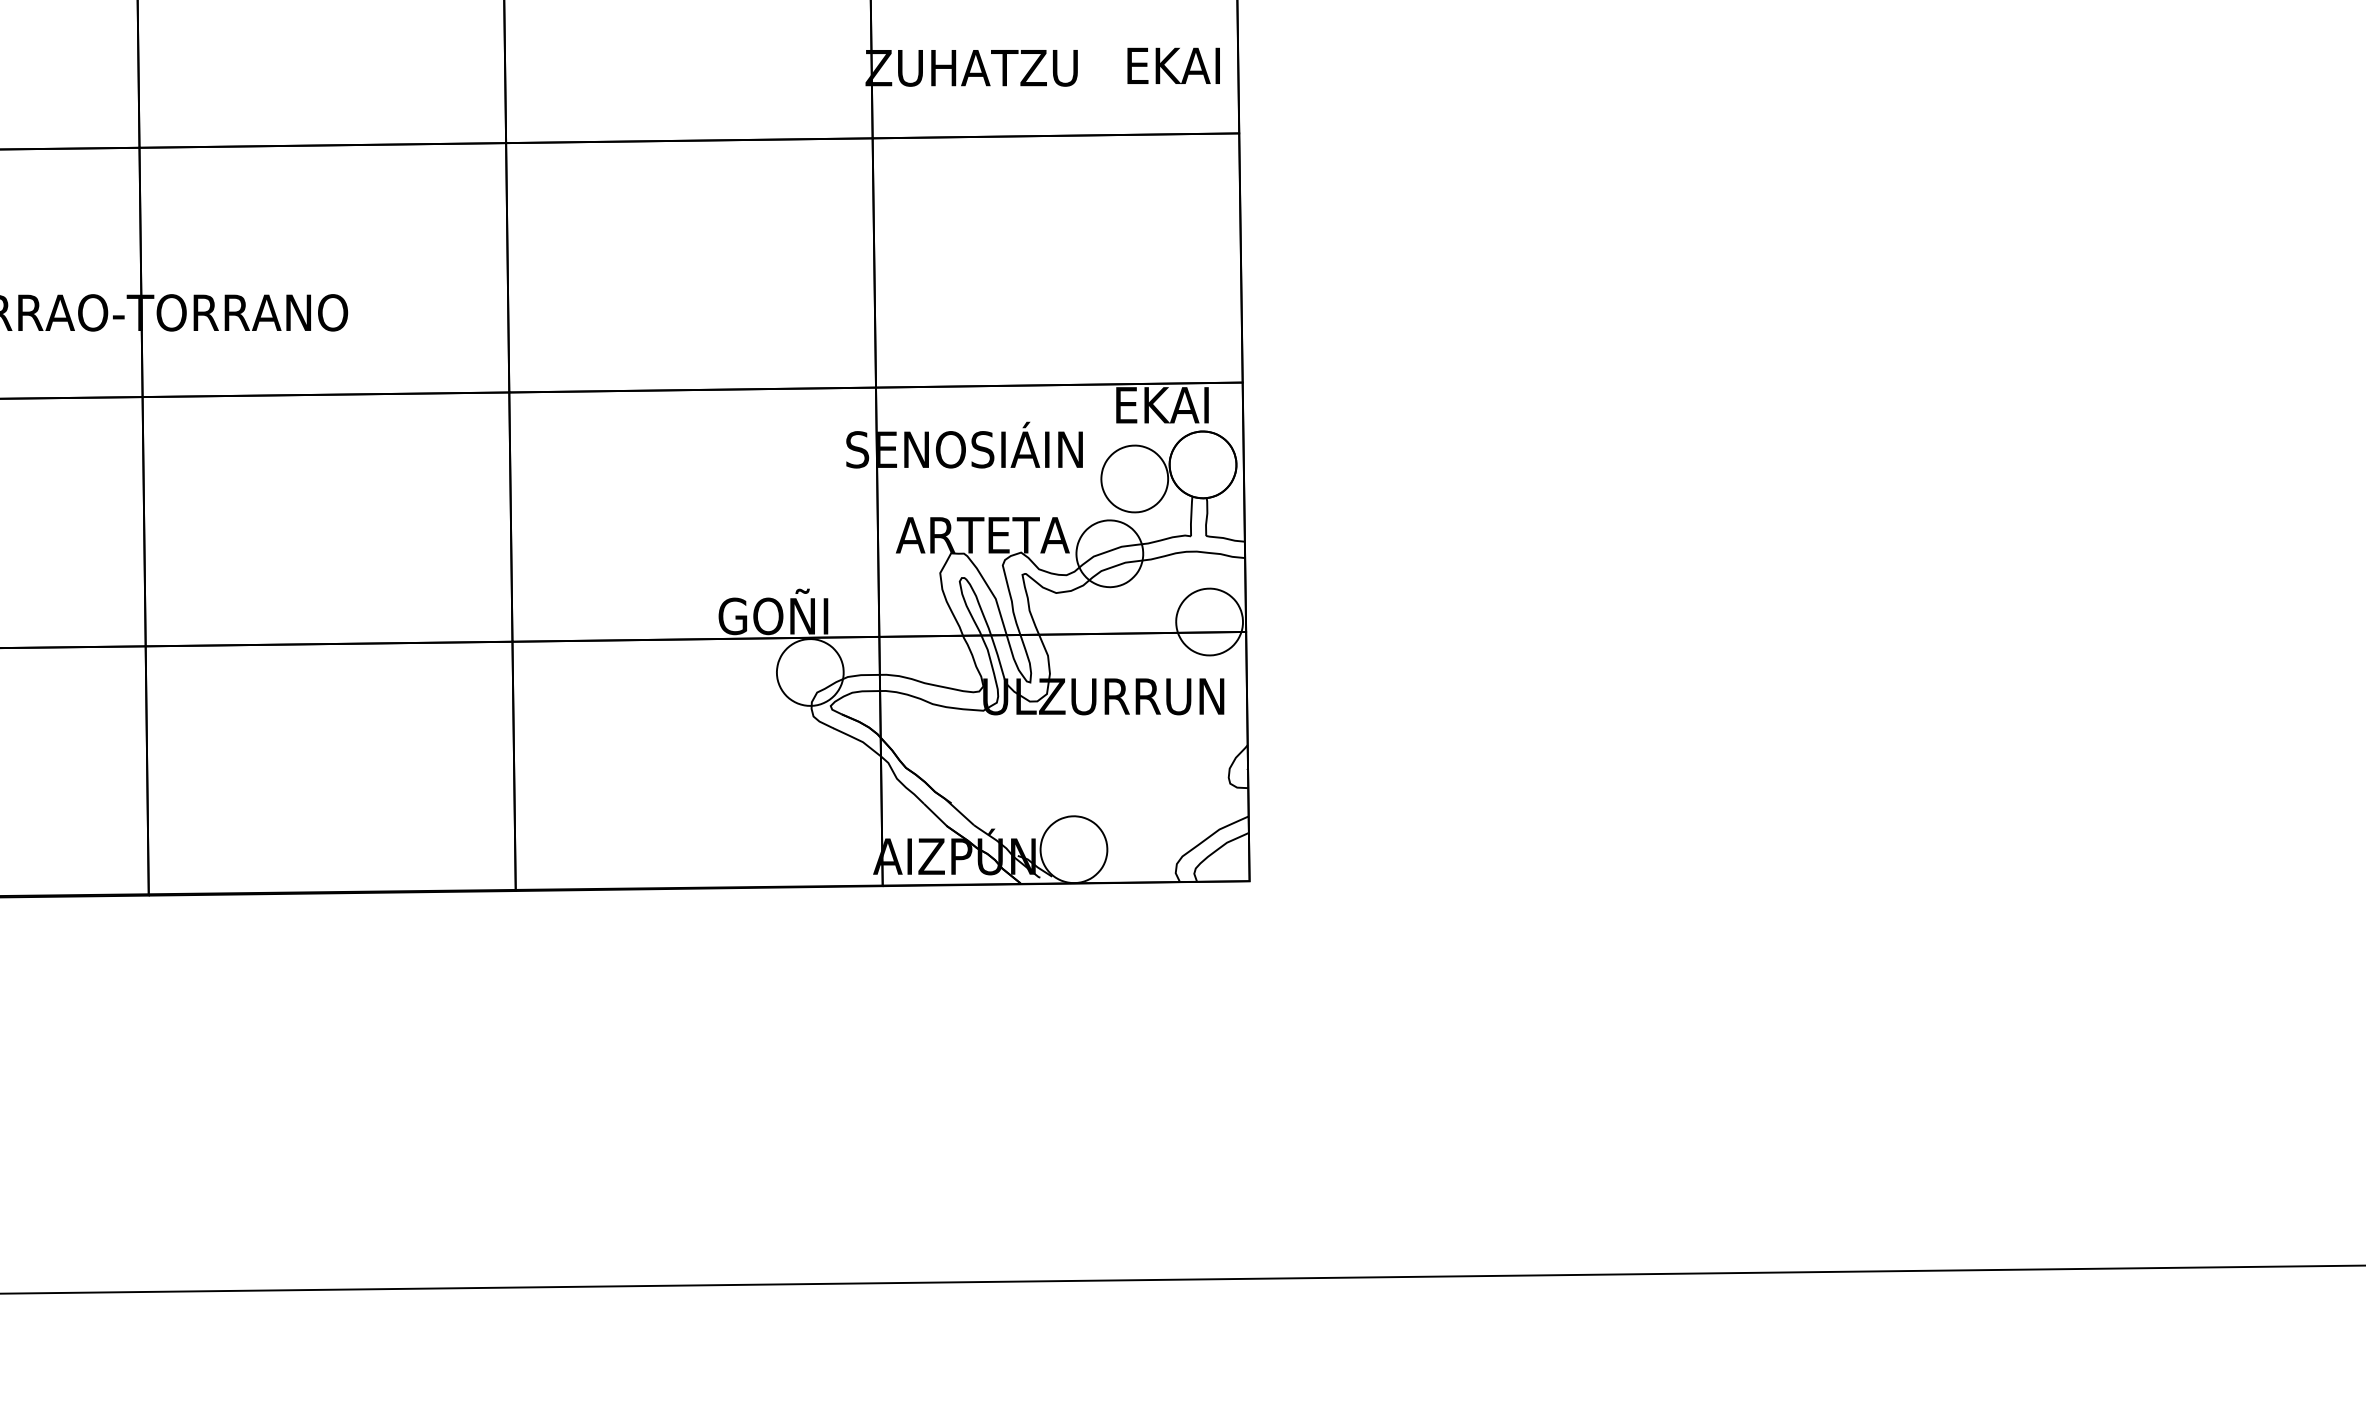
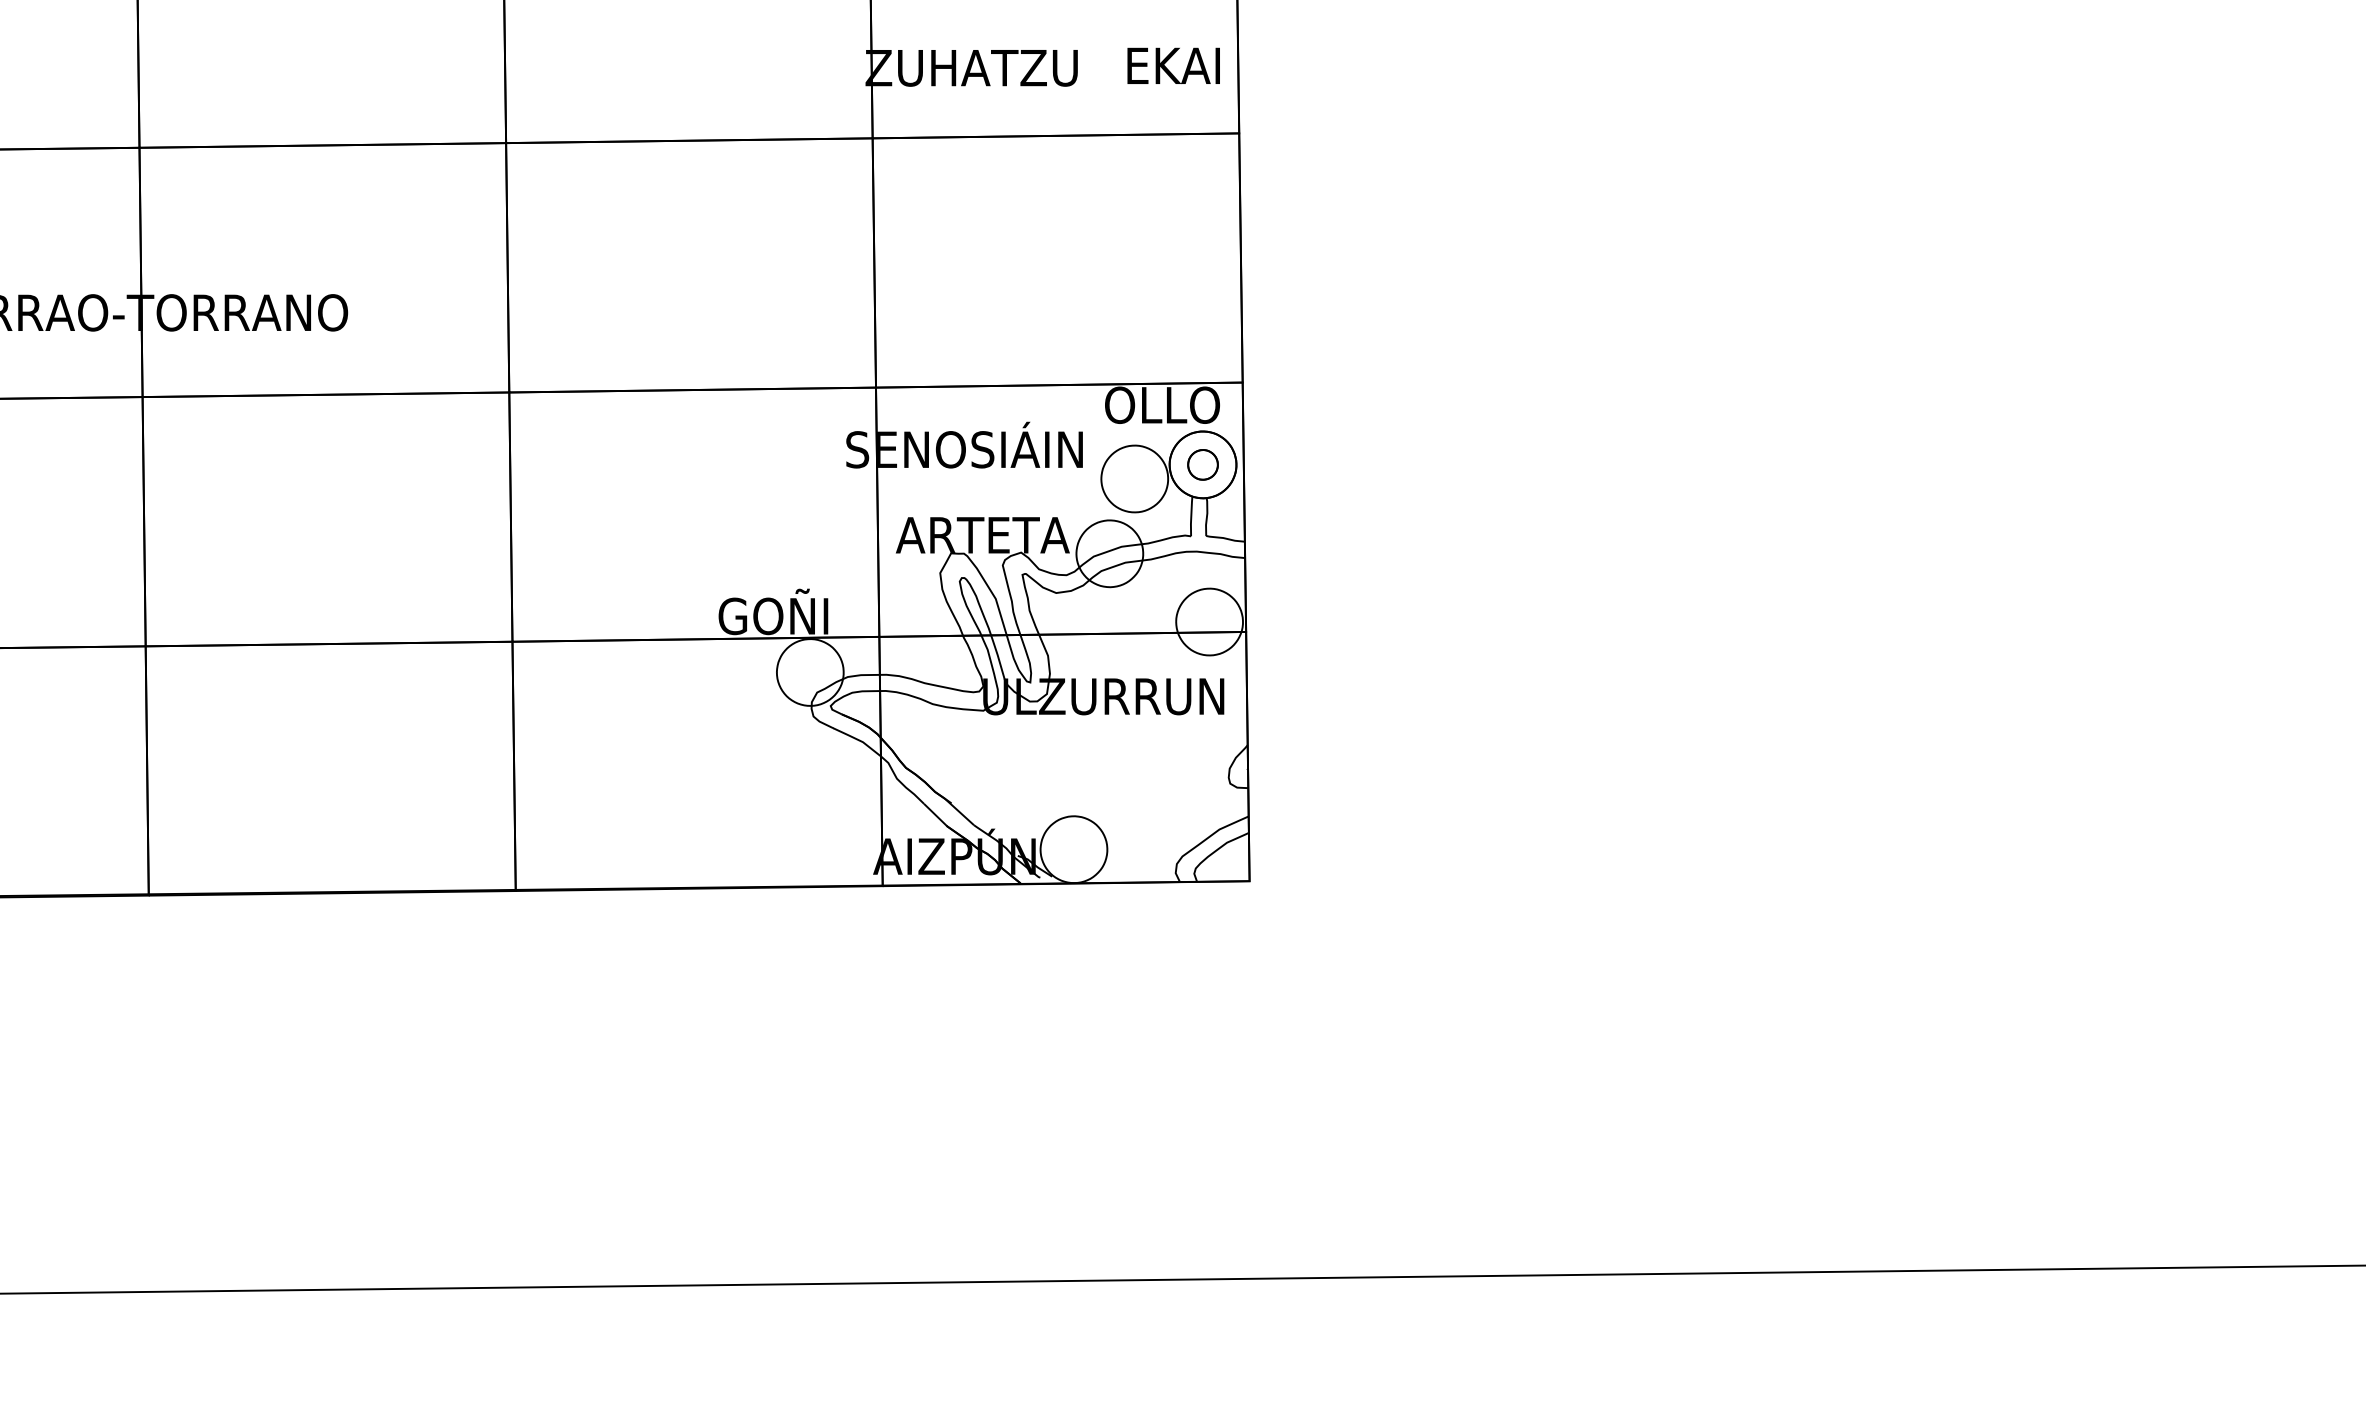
text at (1162, 404): EKAI -> OLLO
part at (1202, 464): none -> present
